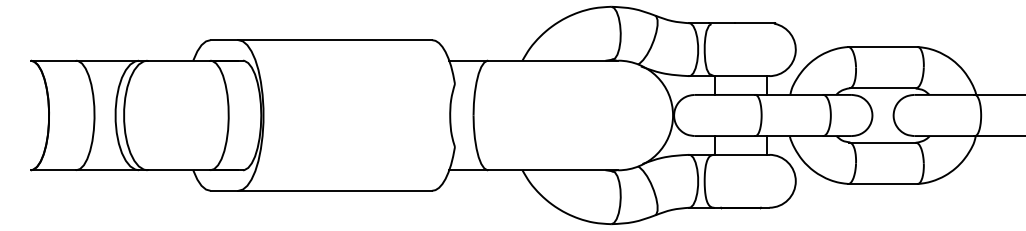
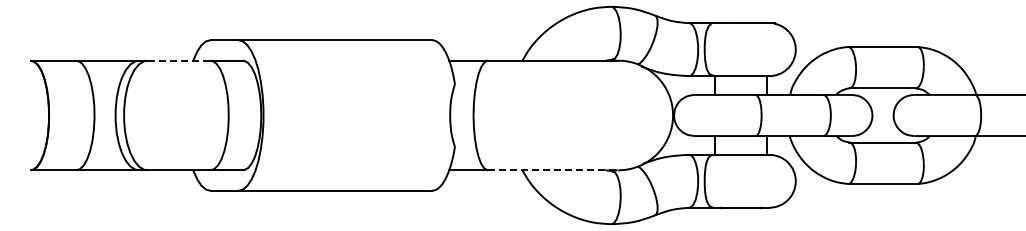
line at (178, 60): solid -> dashed
line at (553, 170): solid -> dashed
